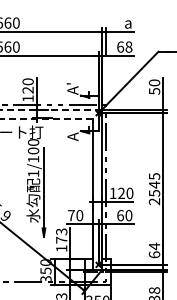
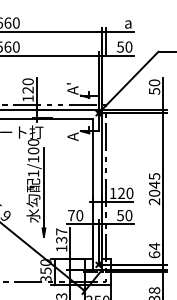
text at (124, 46): 68 -> 50
line at (51, 109): dashed -> solid
line at (46, 118): dashed -> solid
text at (154, 192): 2545 -> 2045
text at (120, 215): 60 -> 50
text at (61, 235): 173 -> 137
